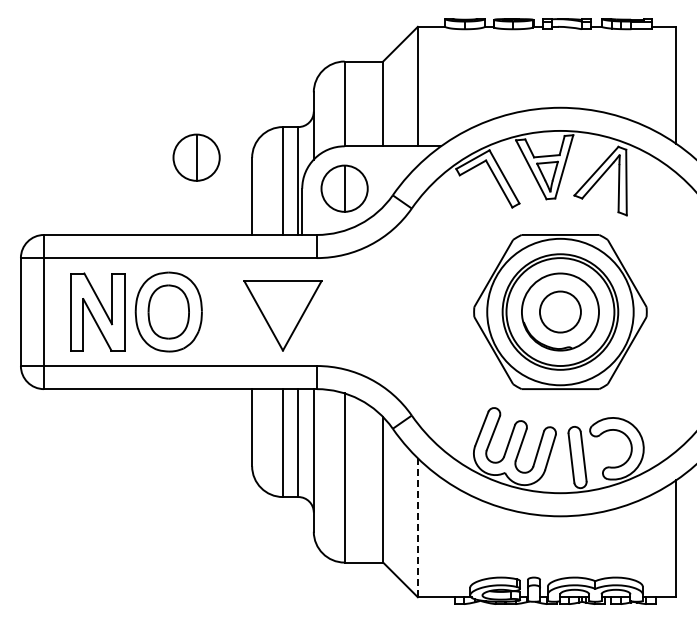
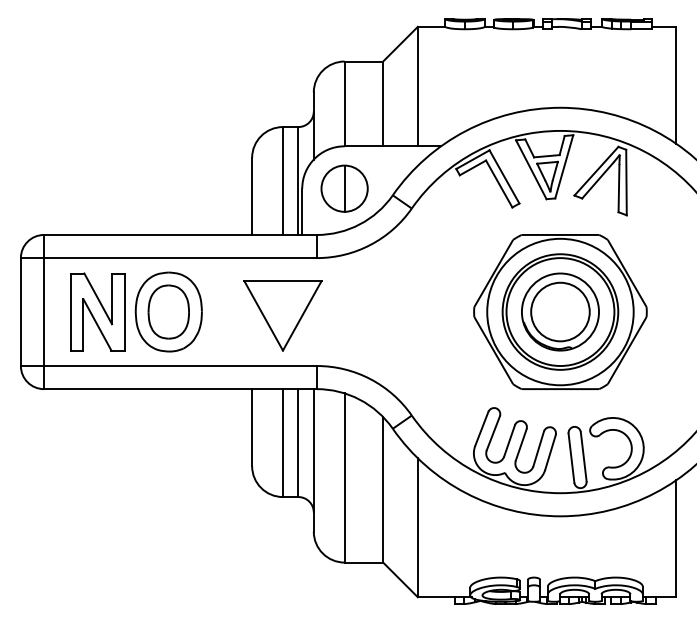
part at (196, 157): present -> none
circle at (559, 311) diameter: 41 px -> 59 px
line at (417, 527): dashed -> solid
